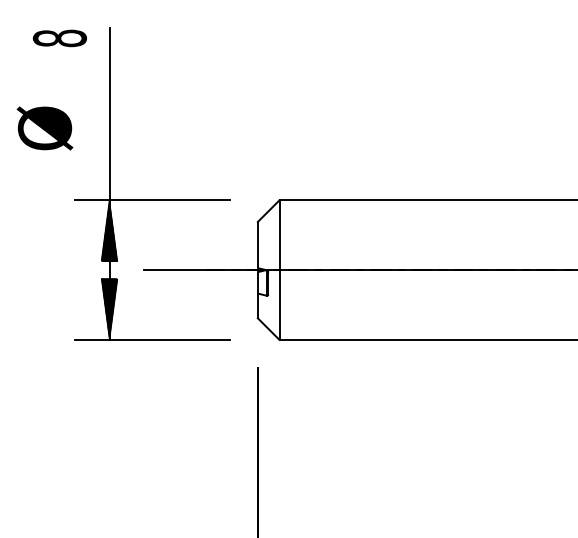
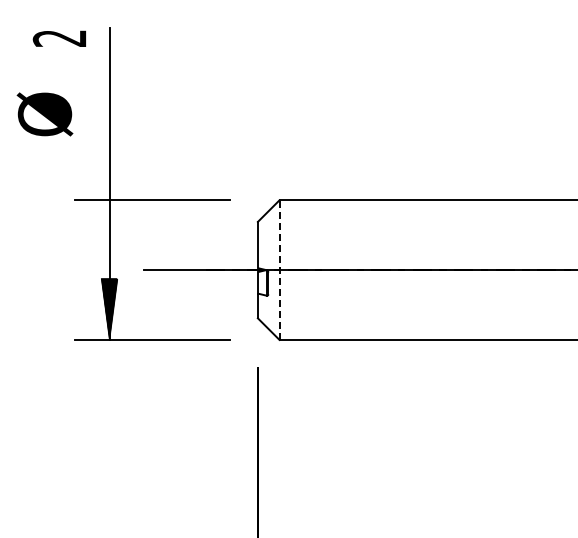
text at (59, 38): 8 -> 2
text at (44, 128) position: (44, 128) -> (44, 114)
hatch at (109, 230): present -> none
line at (279, 270): solid -> dashed
